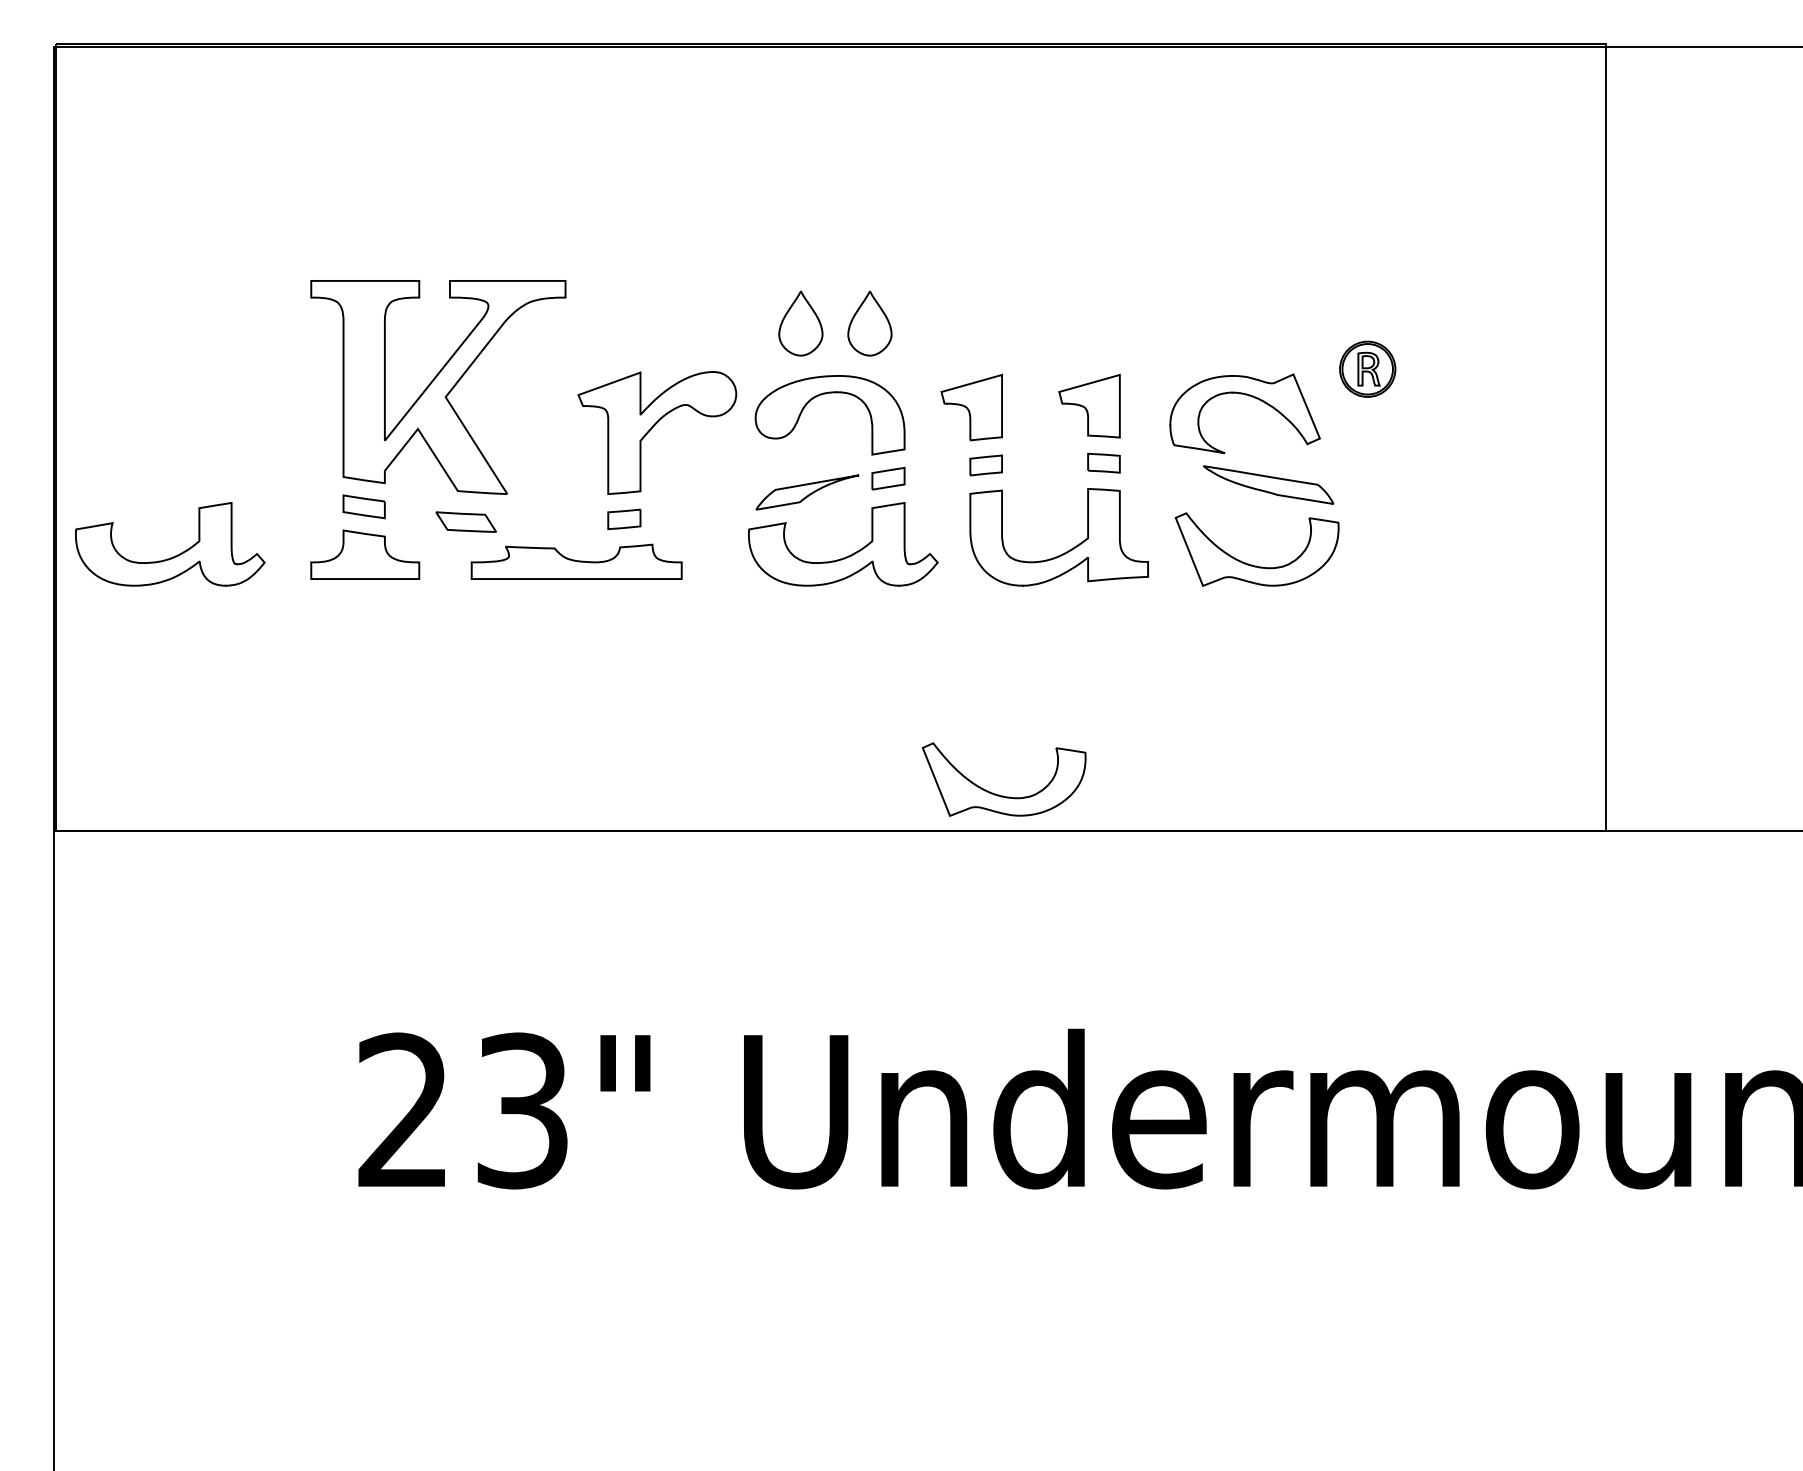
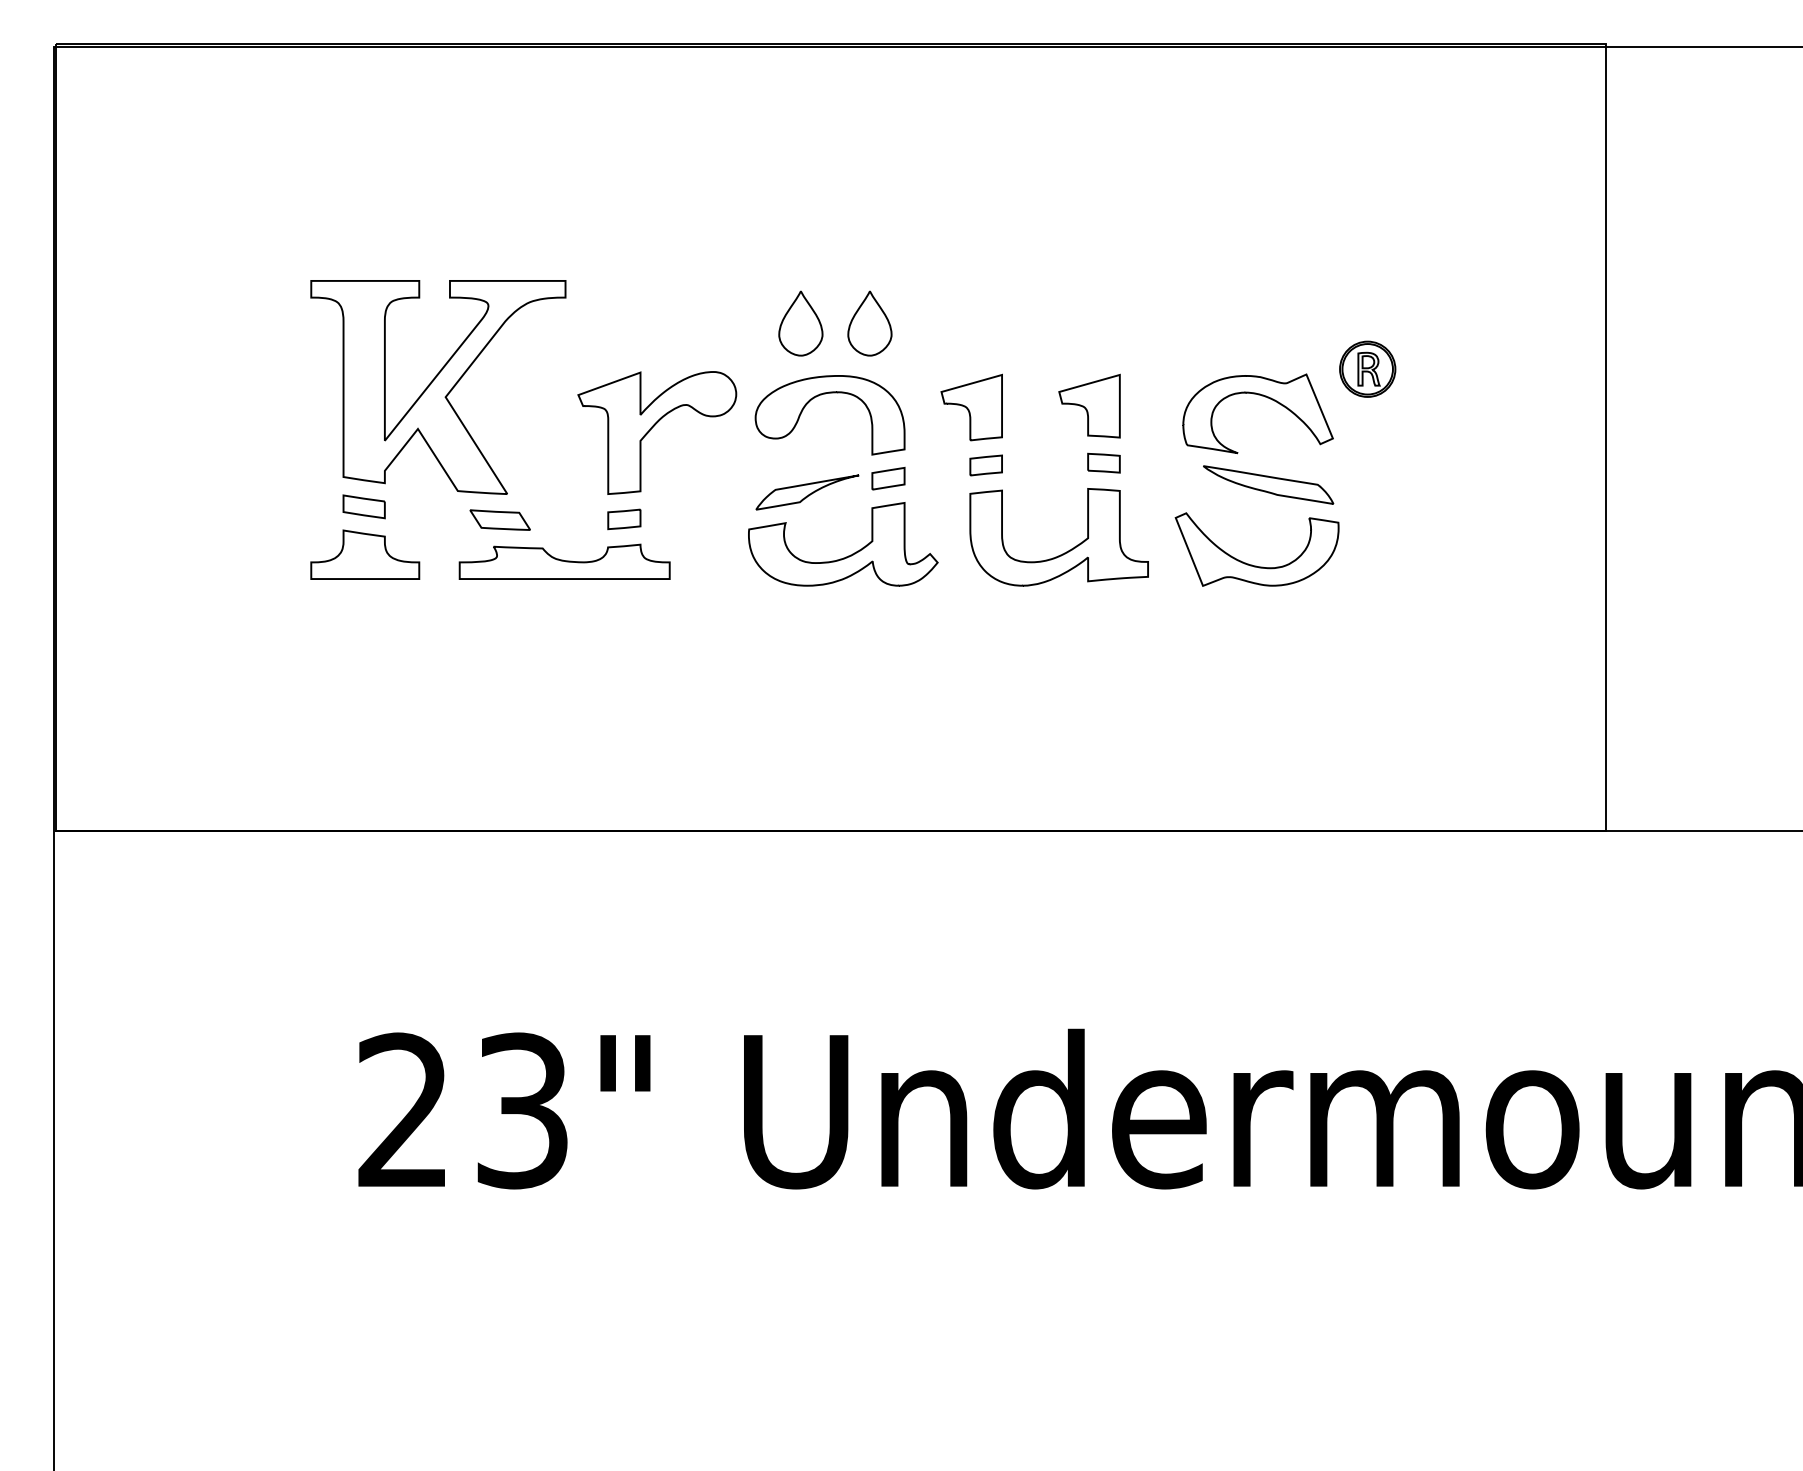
part at (1249, 396) position: (1249, 396) -> (1262, 396)
part at (465, 521) position: (465, 521) -> (499, 519)
part at (175, 555): present -> none
part at (576, 561) position: (576, 561) -> (564, 561)
part at (999, 794): present -> none
